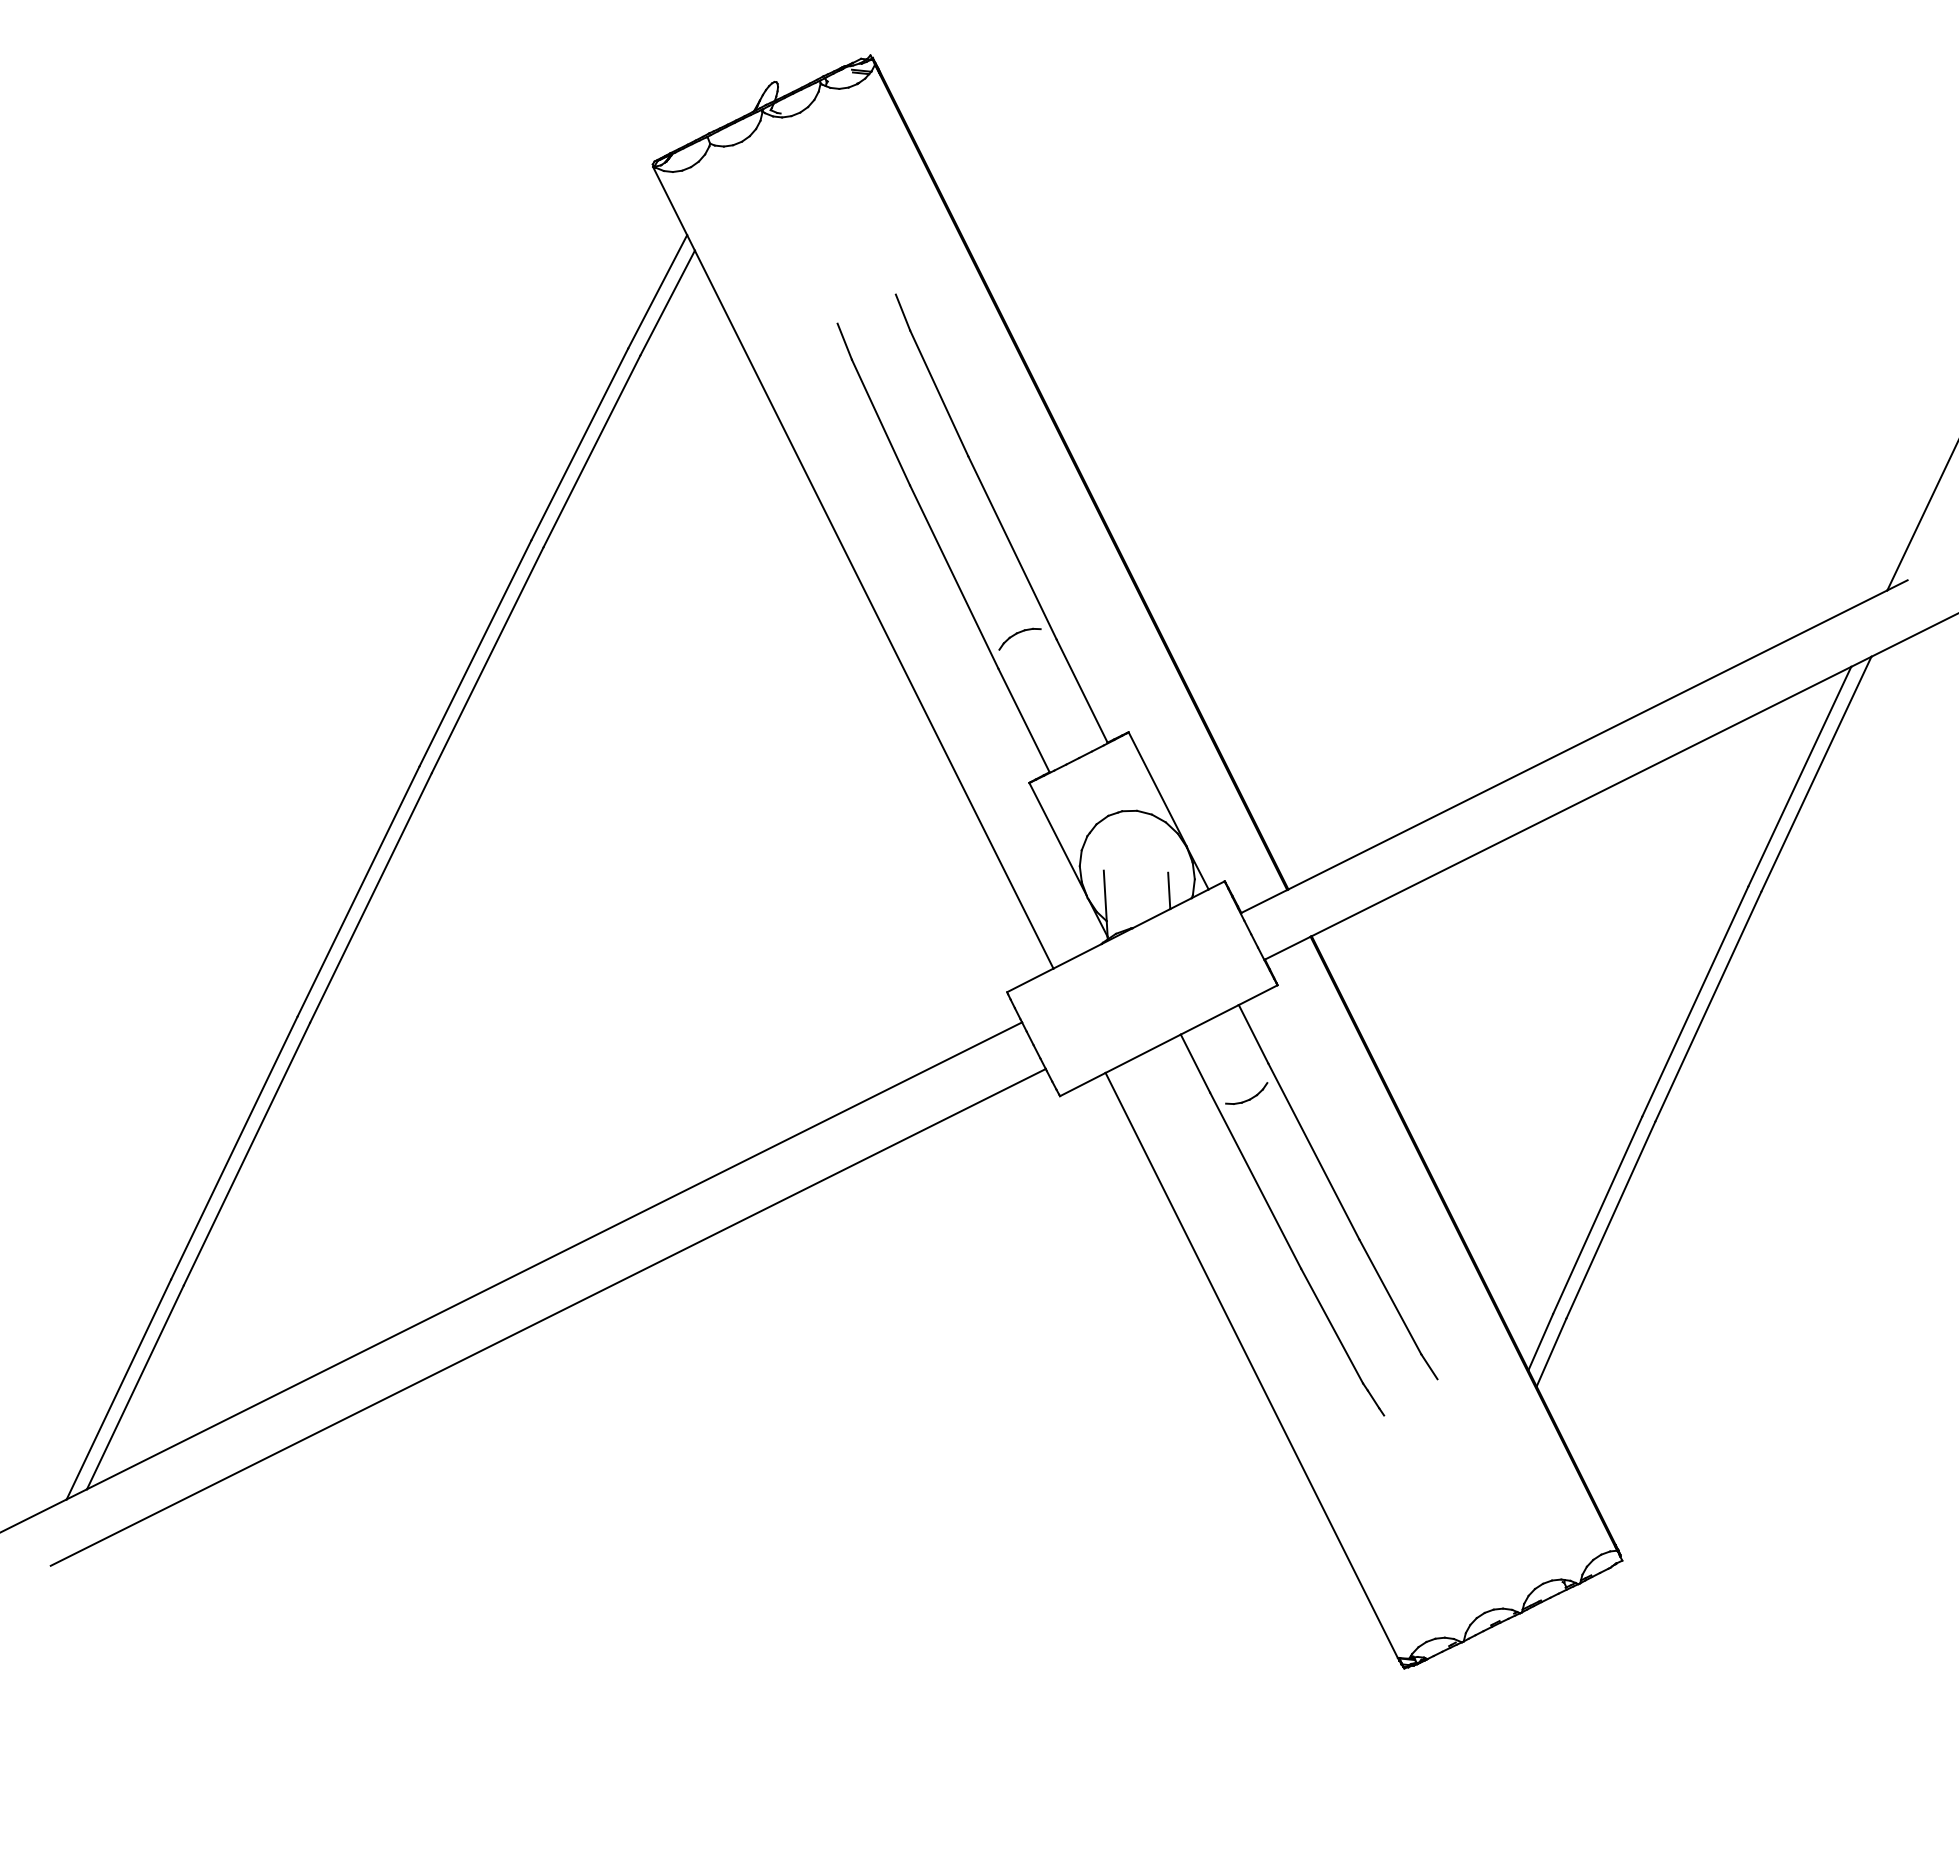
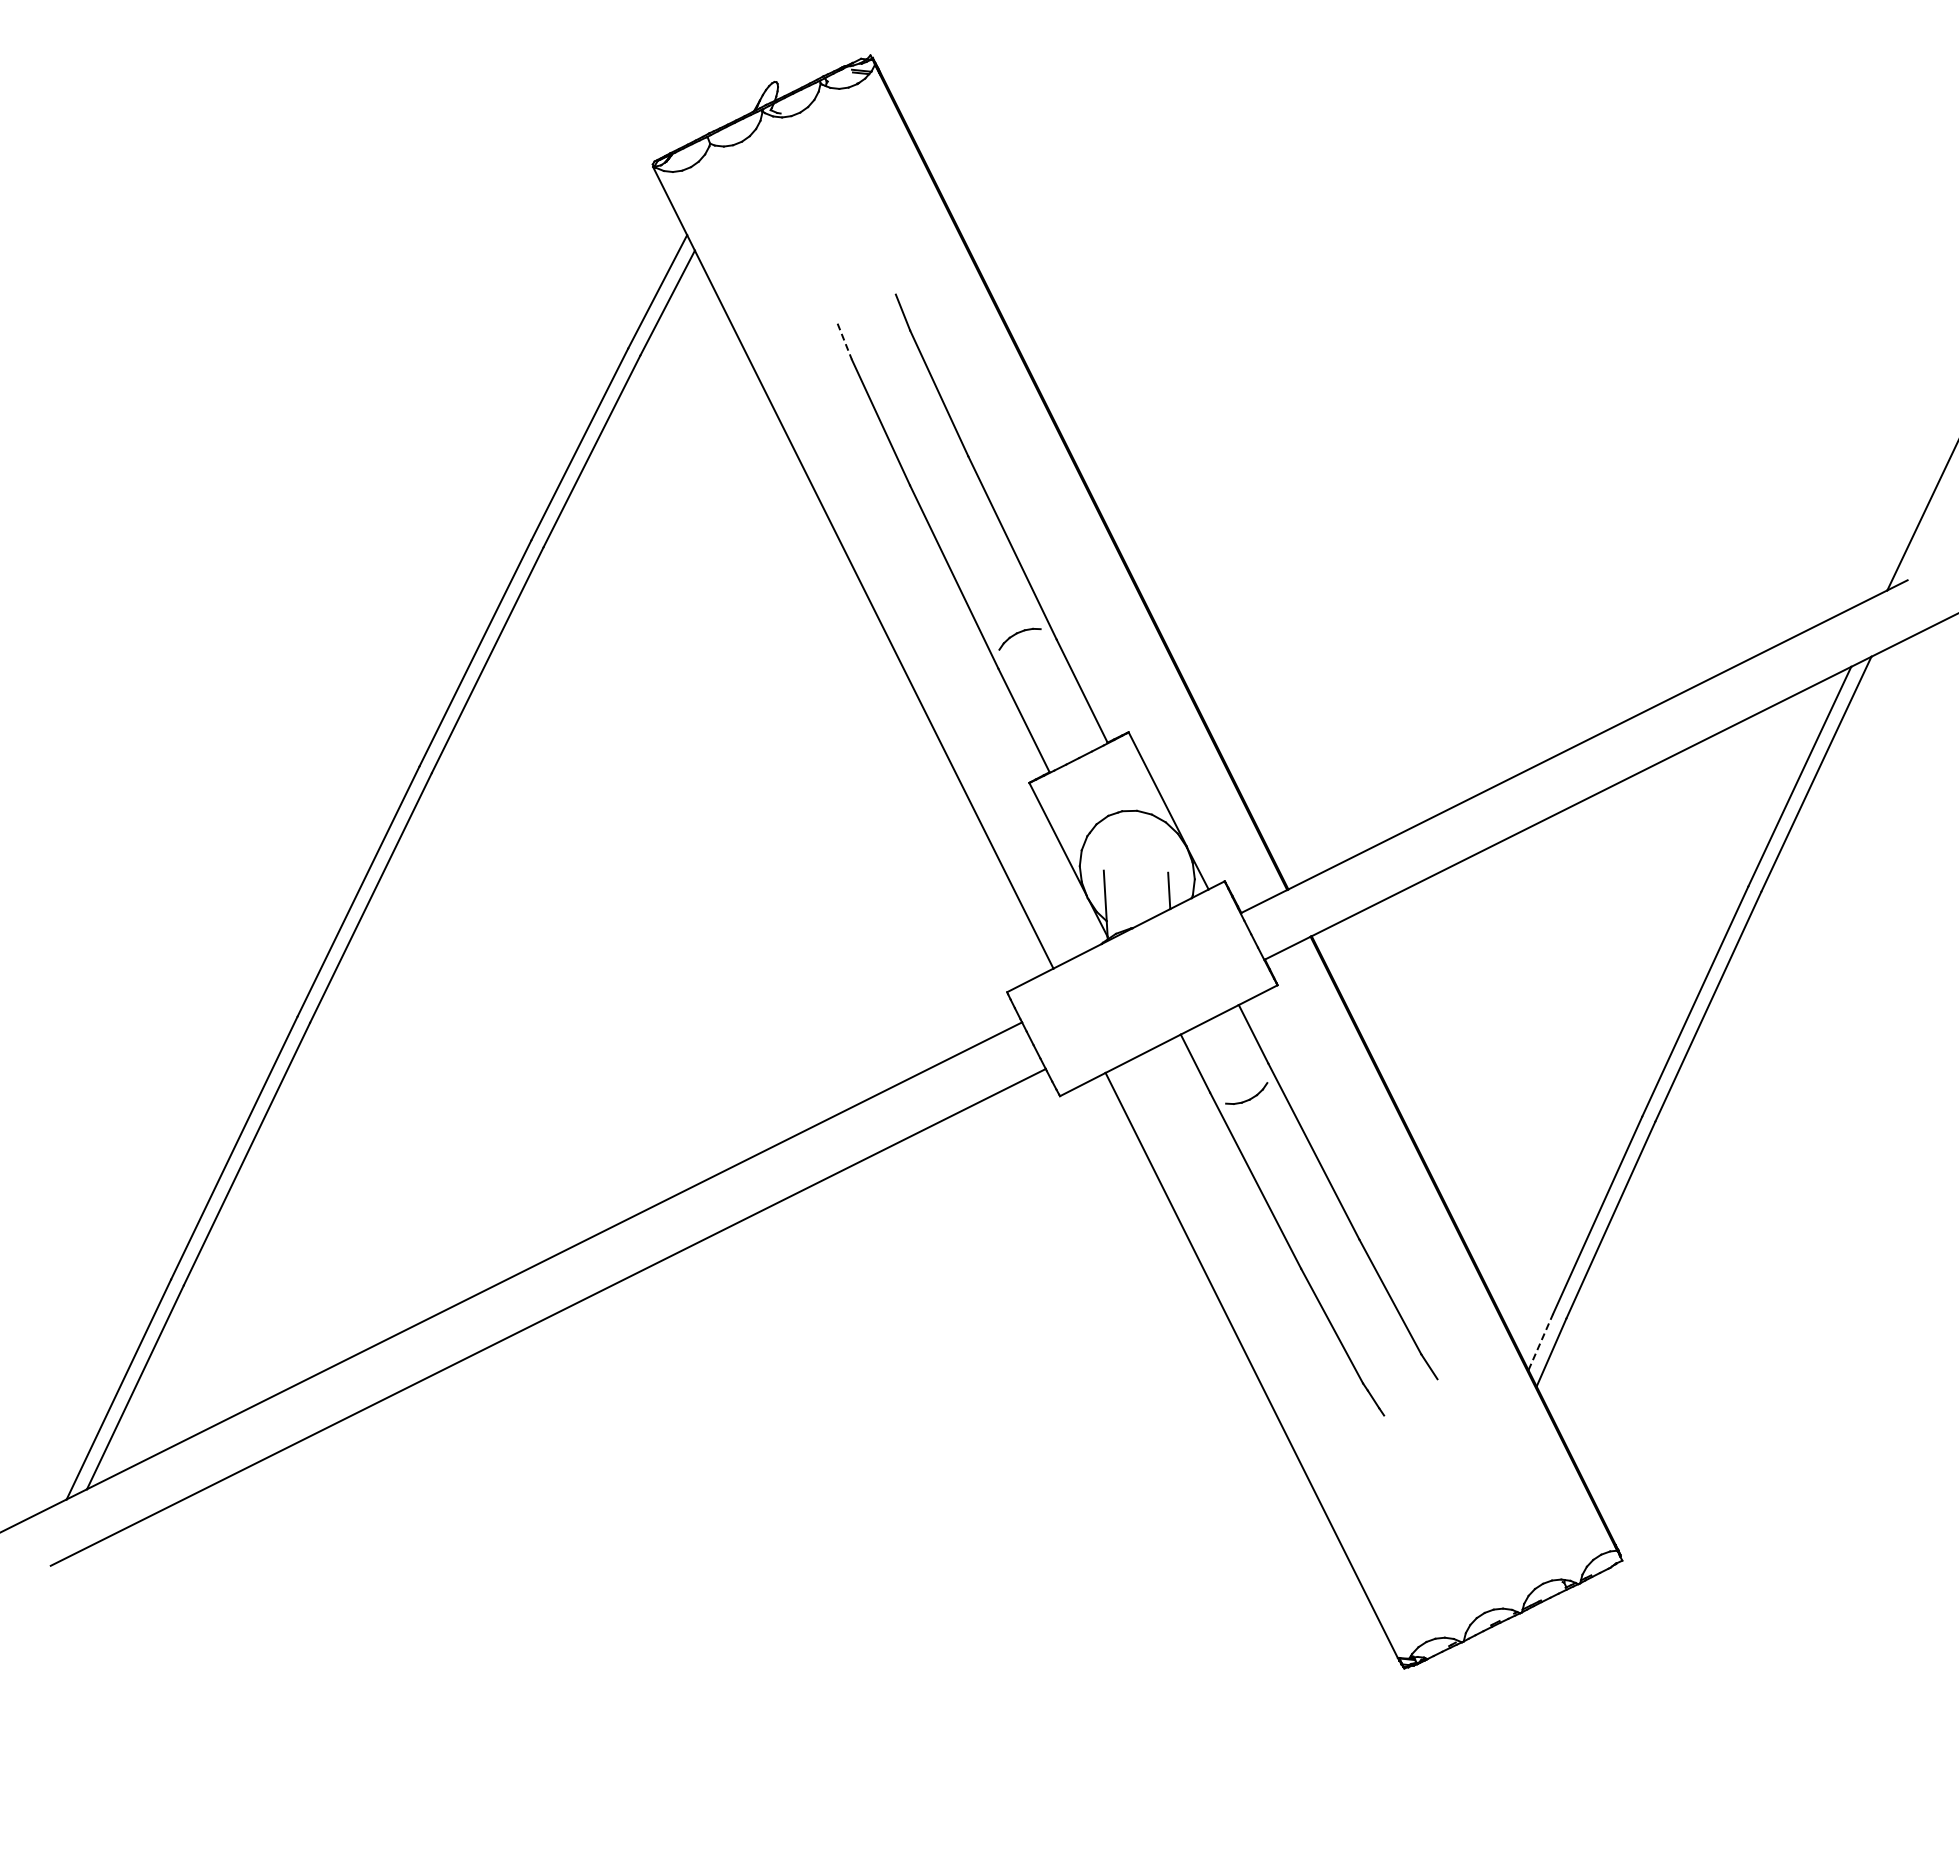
line at (844, 342): solid -> dashed
line at (1540, 1342): solid -> dashed
